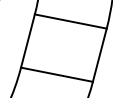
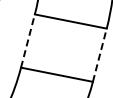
line at (28, 40): solid -> dashed
line at (99, 54): solid -> dashed
